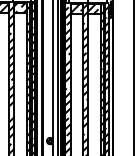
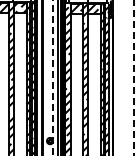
line at (133, 77): solid -> dashed
line at (52, 78): solid -> dashed
